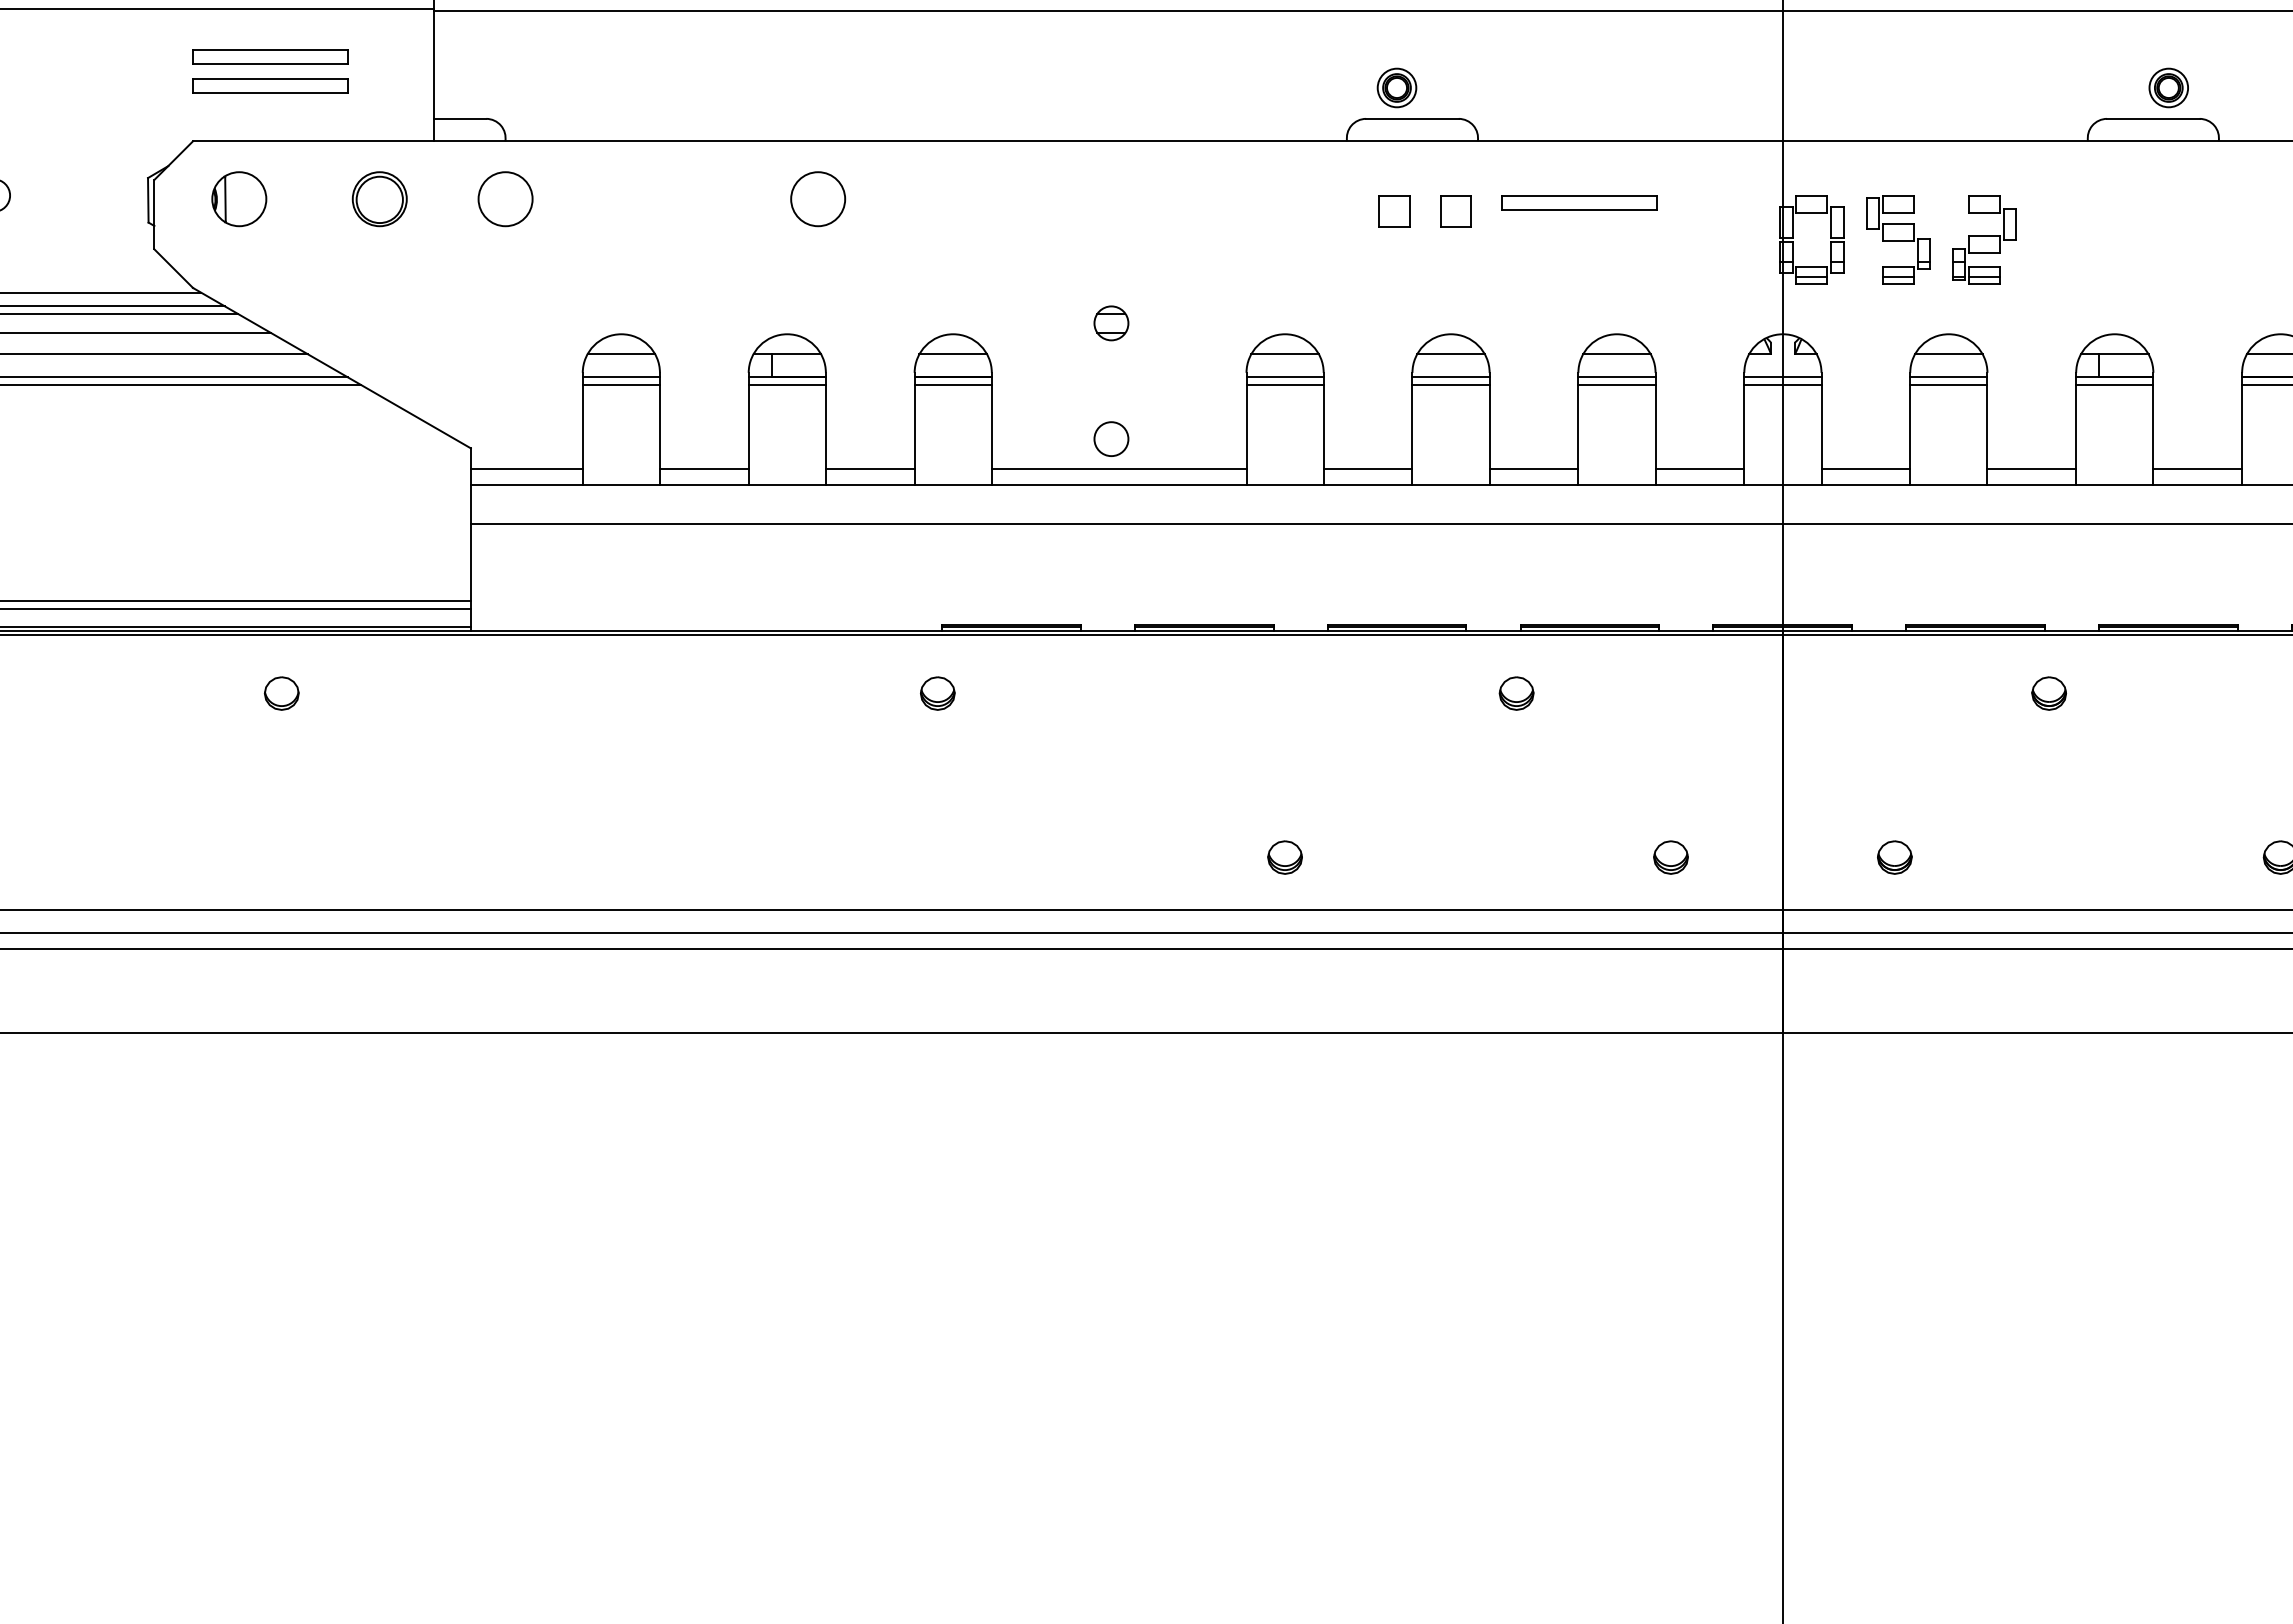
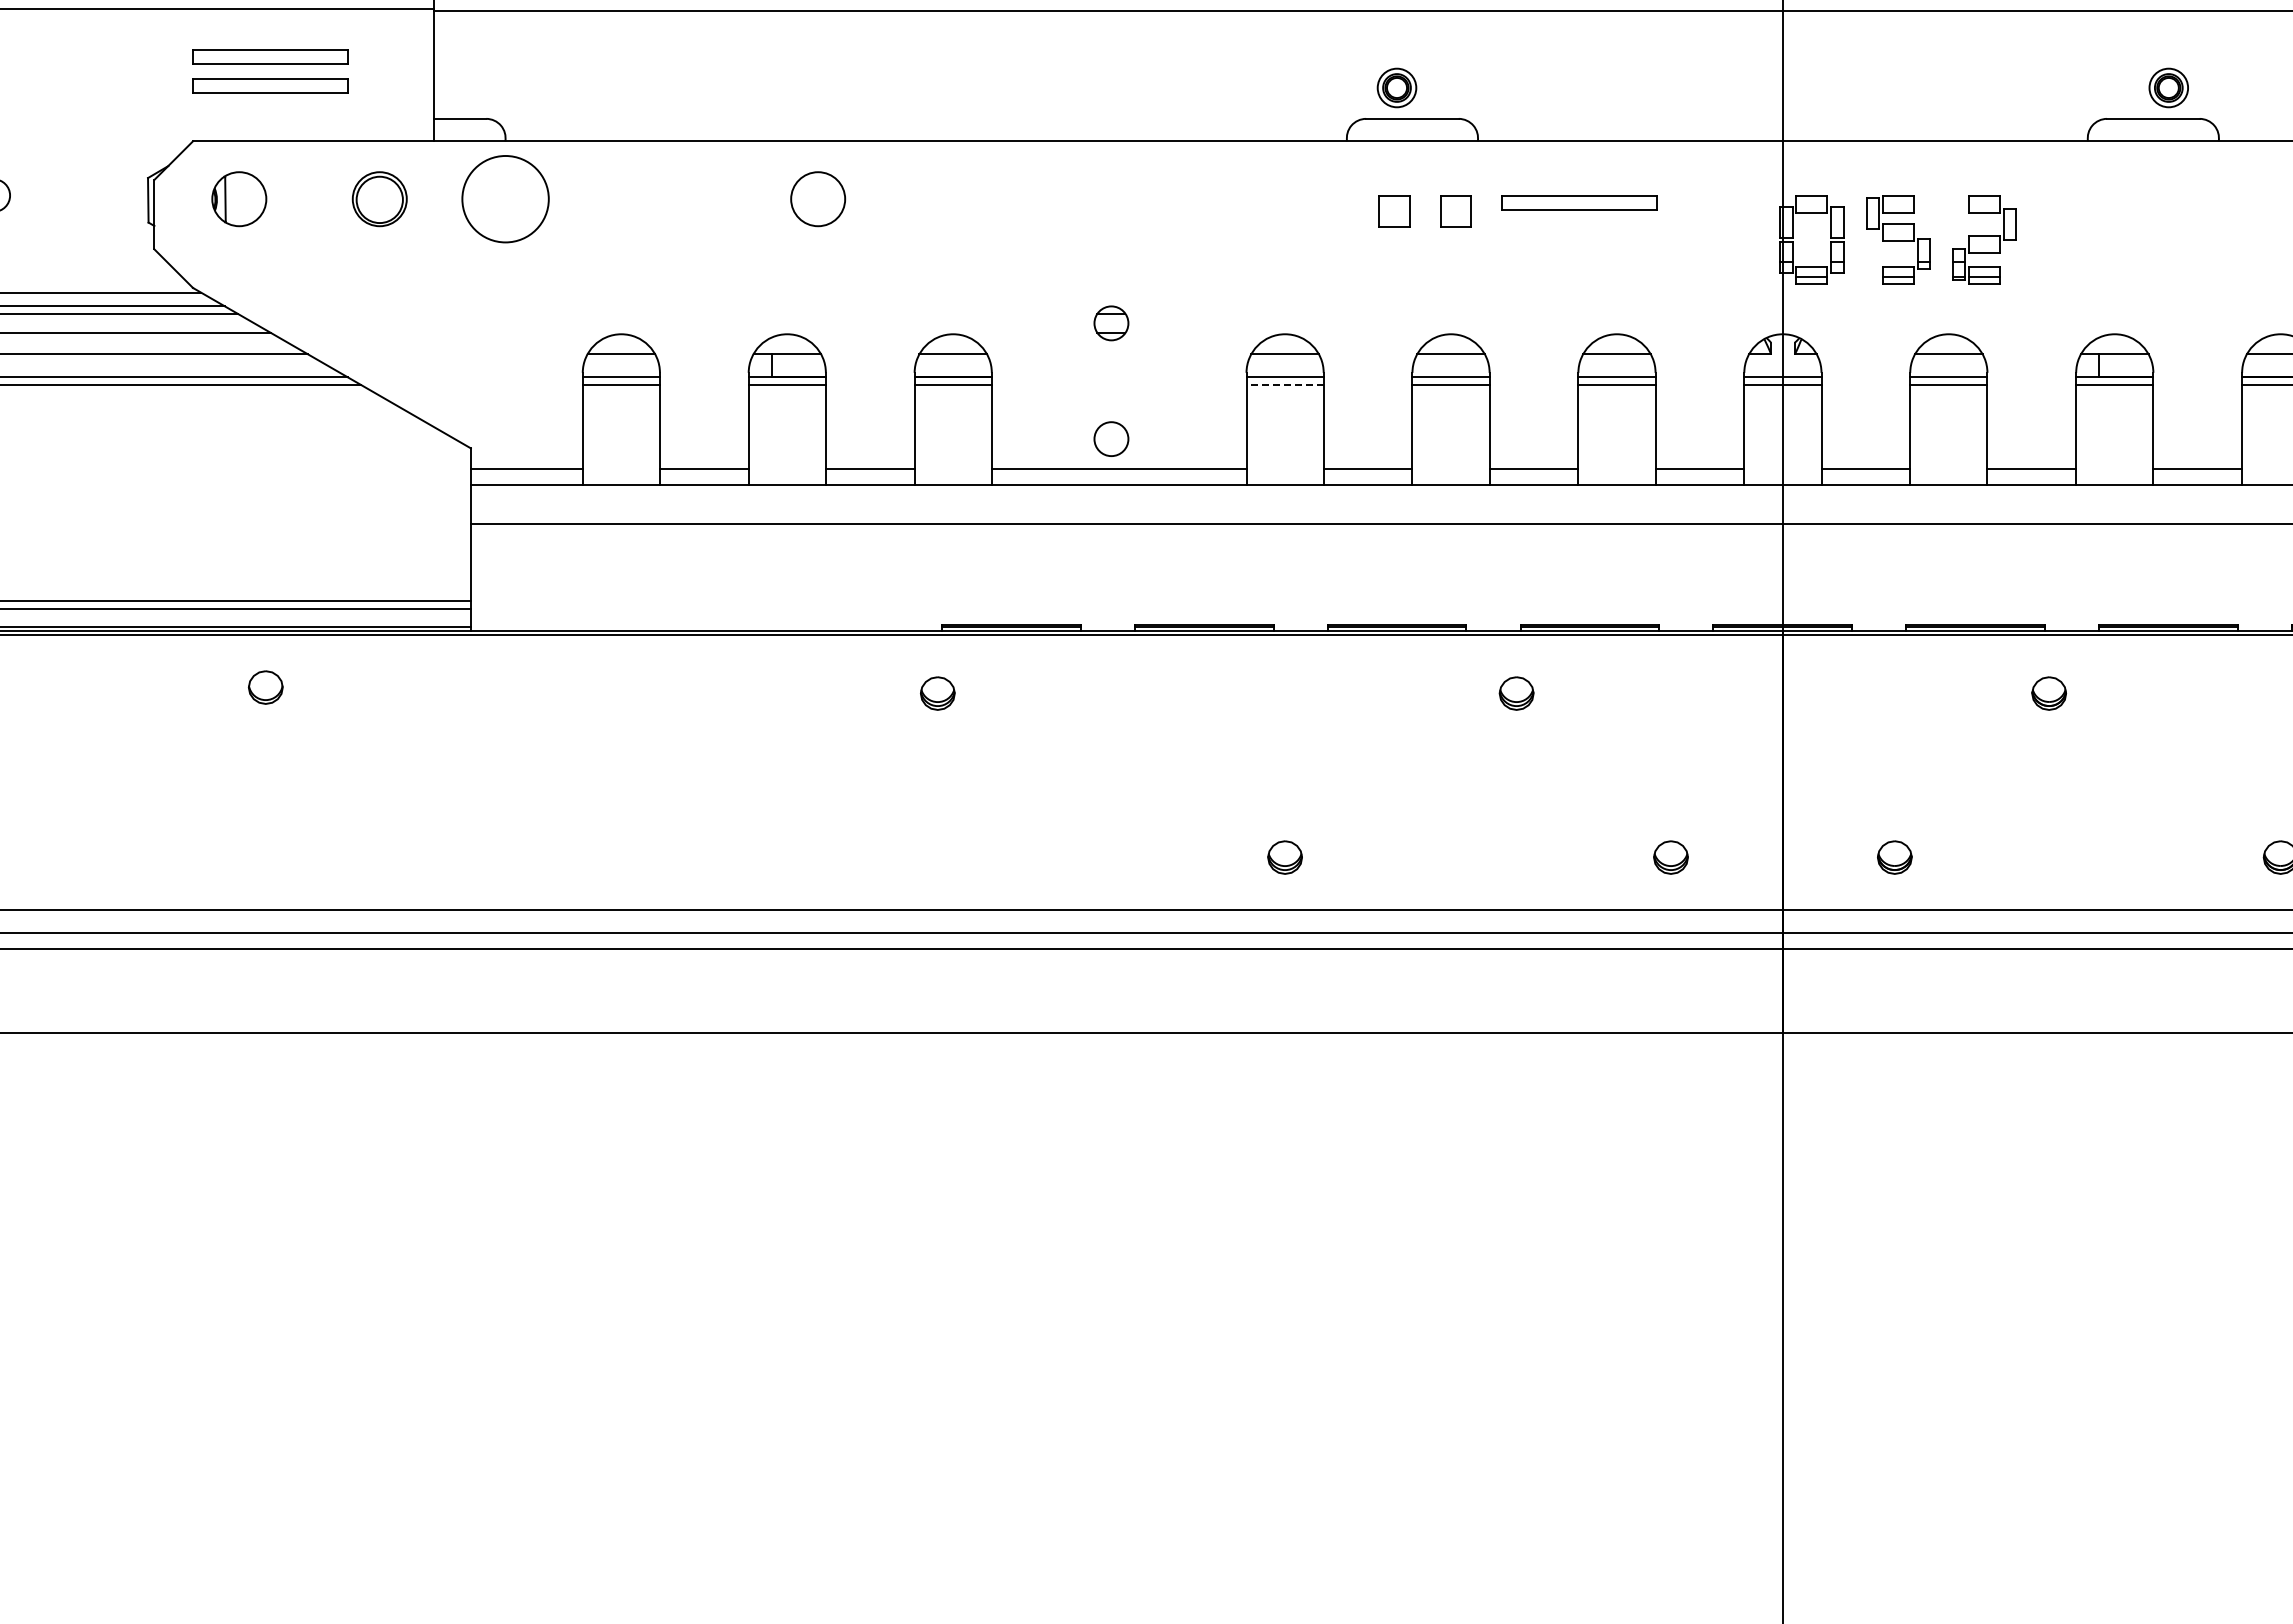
circle at (505, 199) diameter: 54 px -> 86 px
line at (1285, 385): solid -> dashed
part at (281, 693) position: (281, 693) -> (265, 687)
